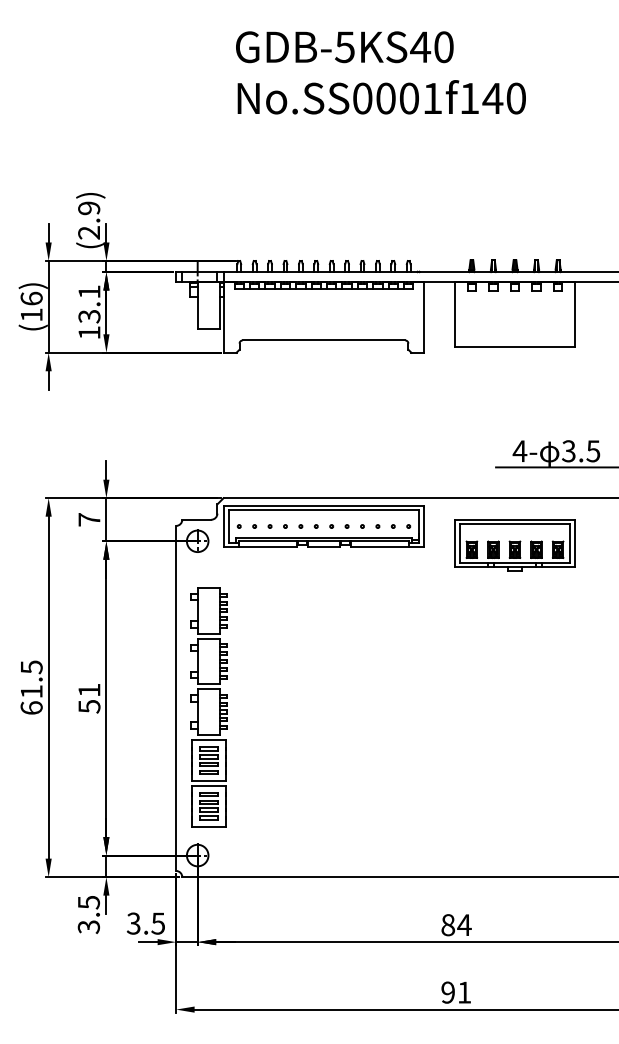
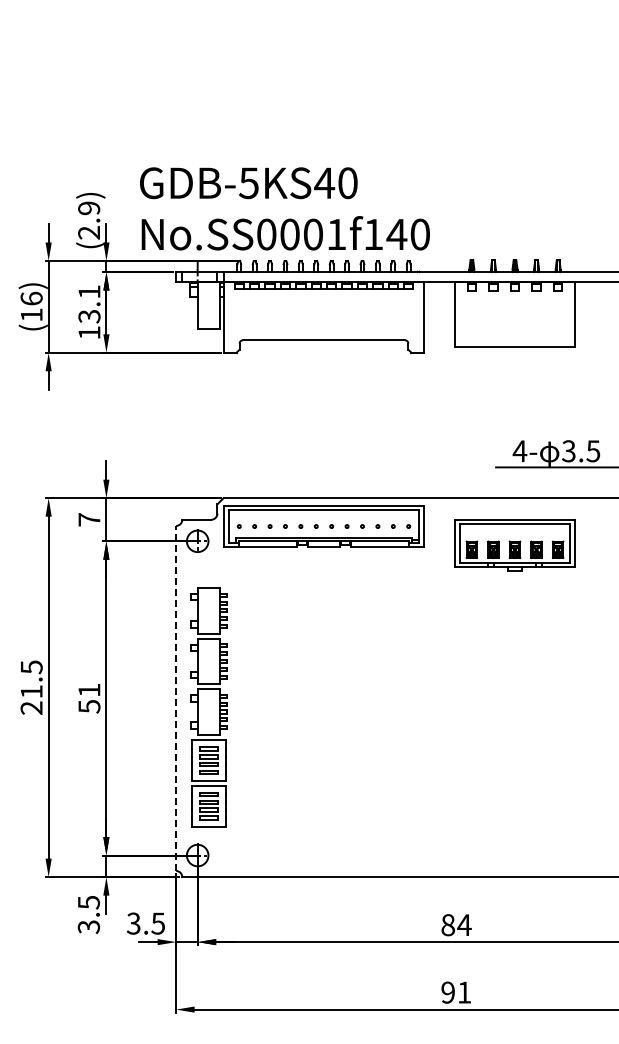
text at (380, 72) position: (380, 72) -> (284, 208)
line at (176, 698): solid -> dashed
text at (31, 707): 61.5 -> 21.5
